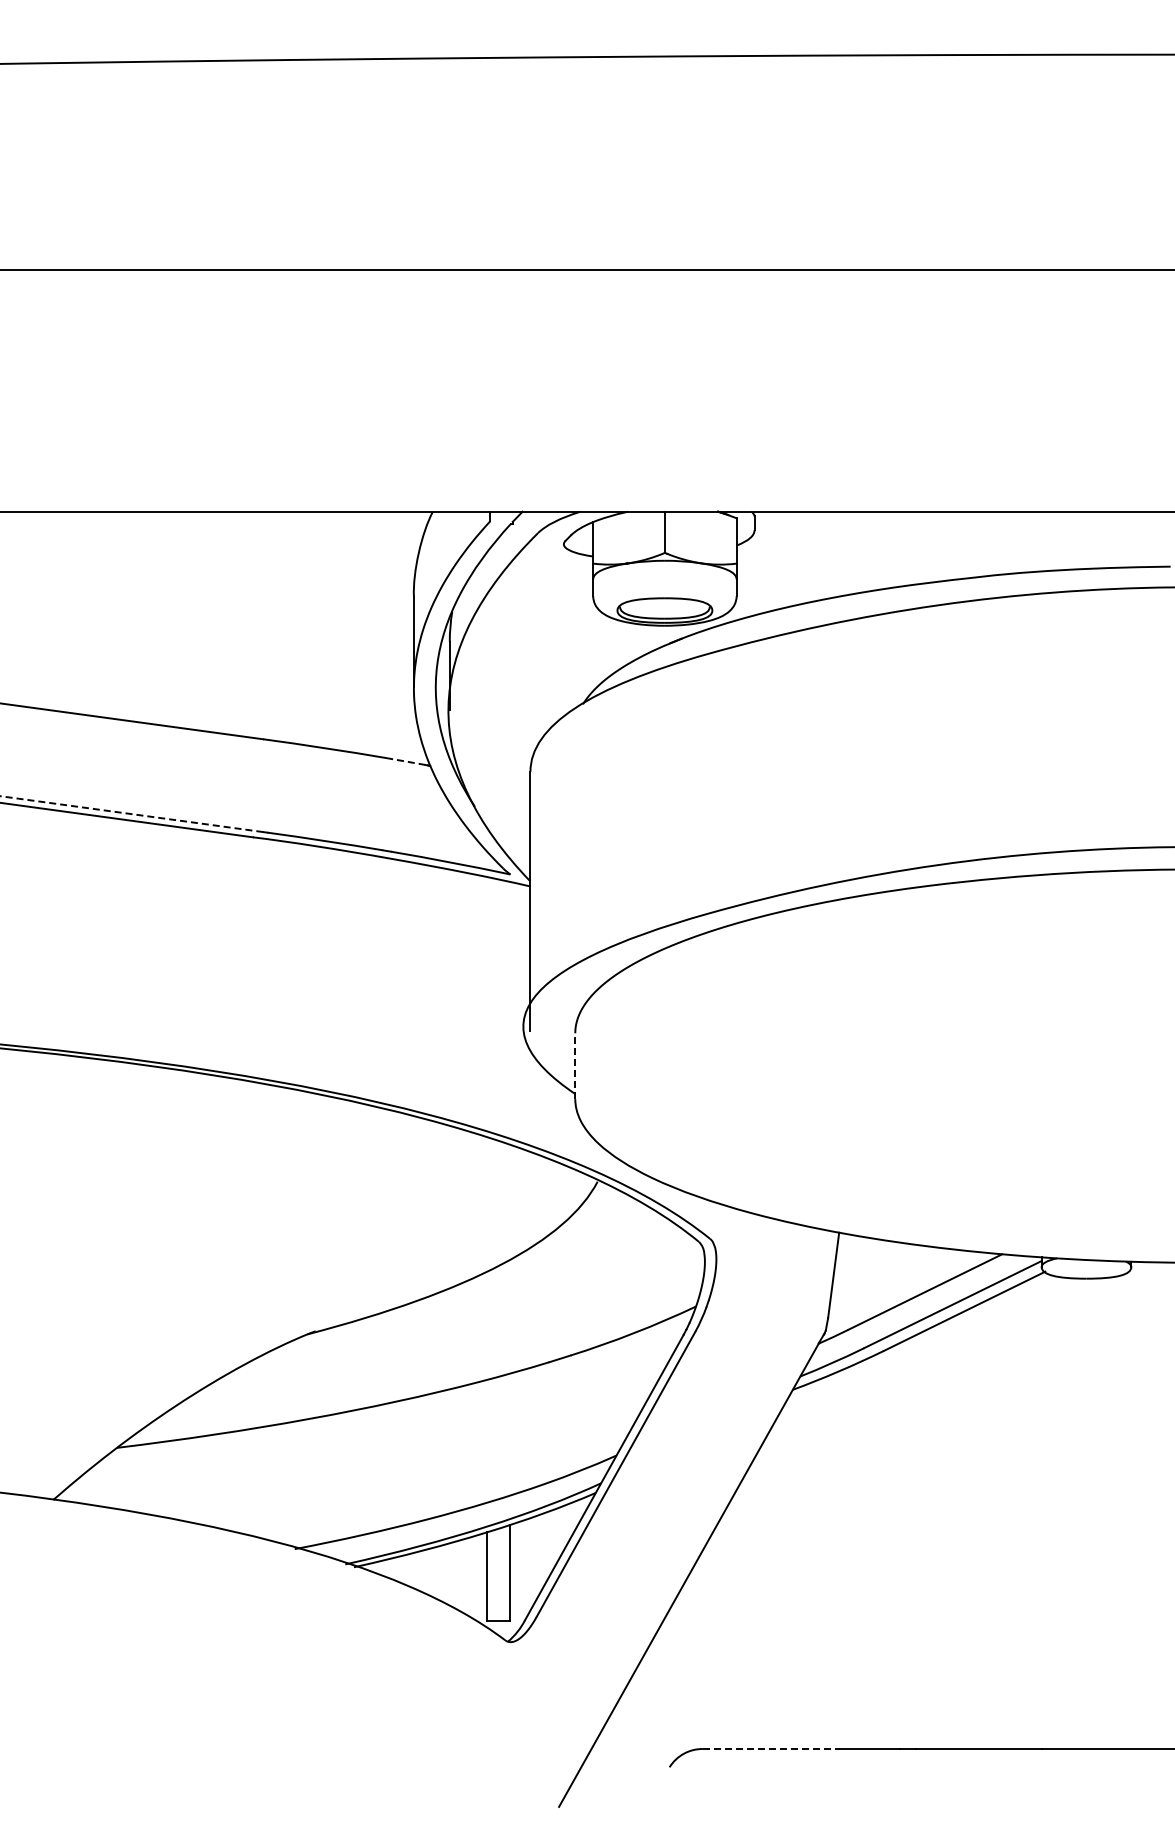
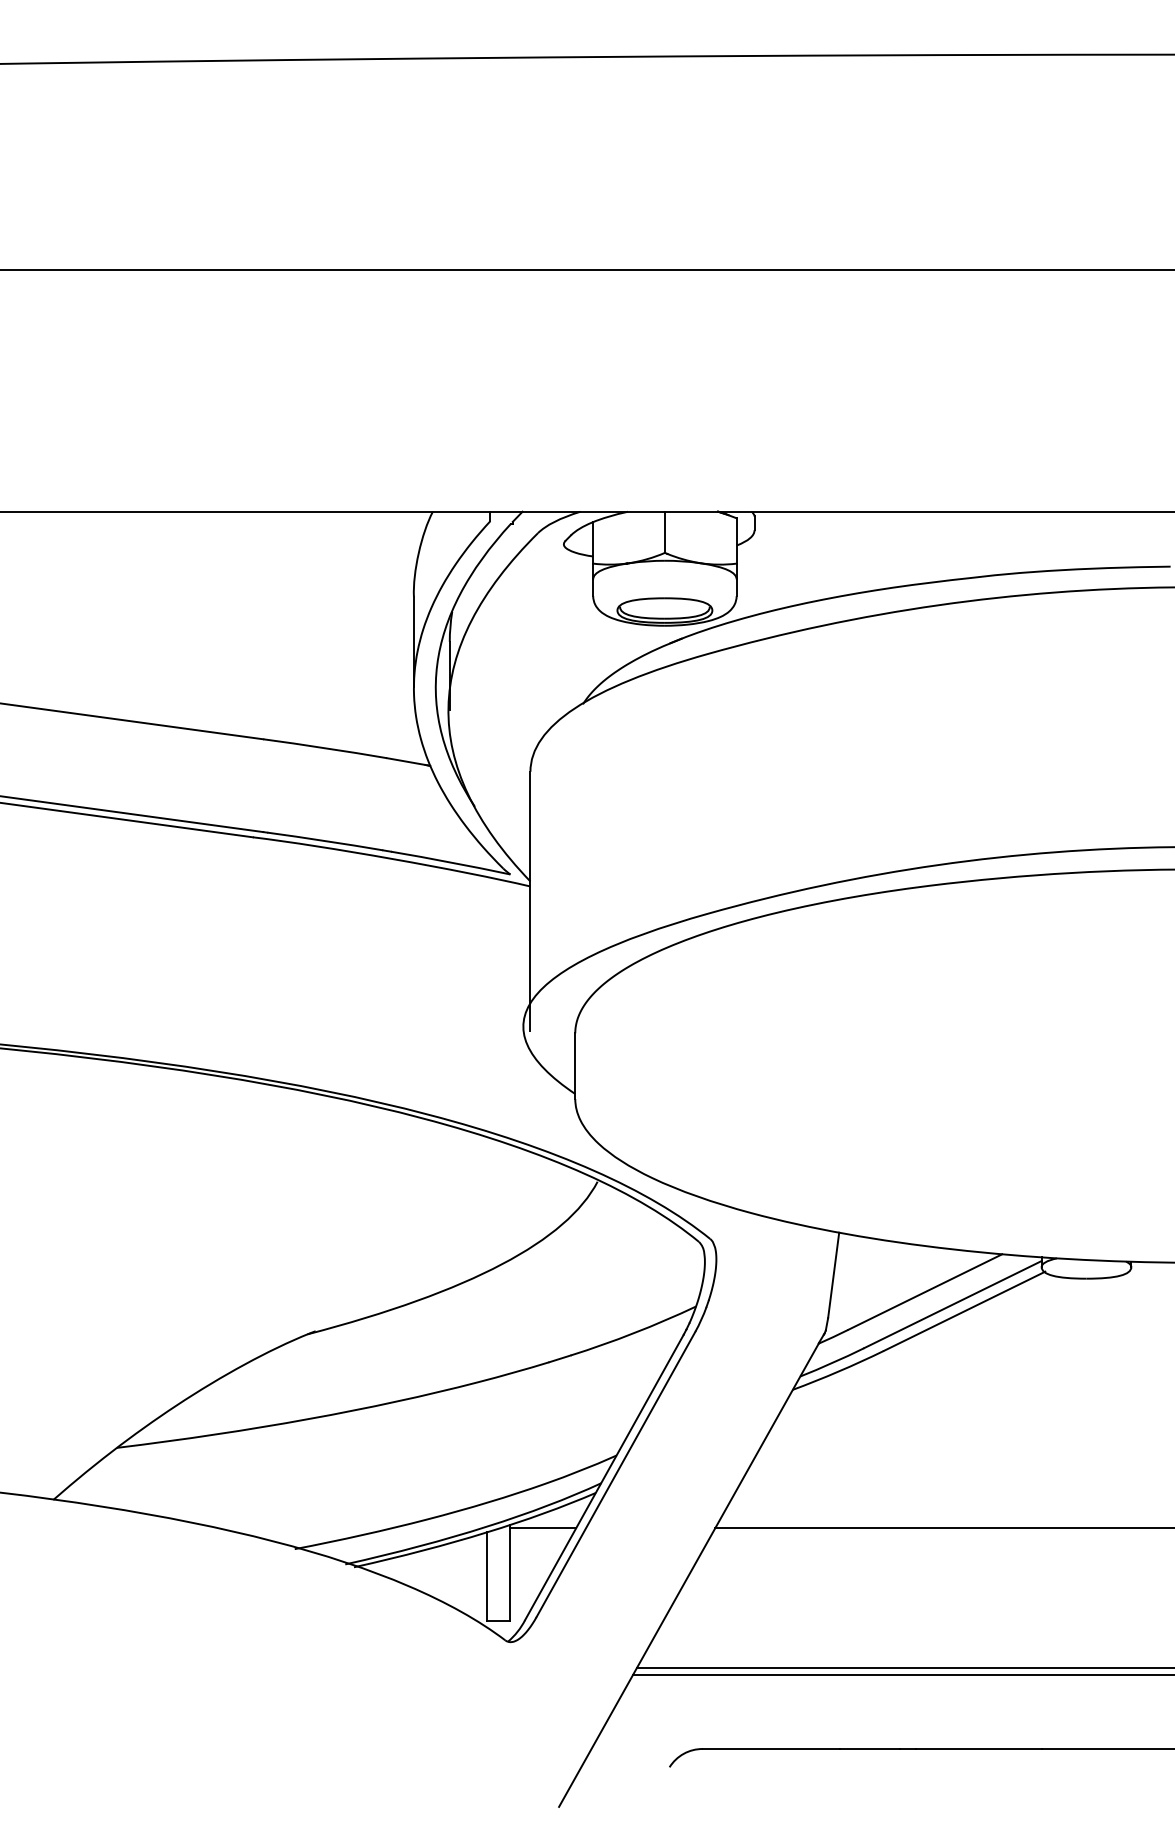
line at (406, 761): dashed -> solid
line at (131, 814): dashed -> solid
line at (575, 1066): dashed -> solid
line at (542, 1528): none -> present
line at (943, 1528): none -> present
line at (904, 1667): none -> present
line at (902, 1674): none -> present
line at (771, 1748): dashed -> solid
